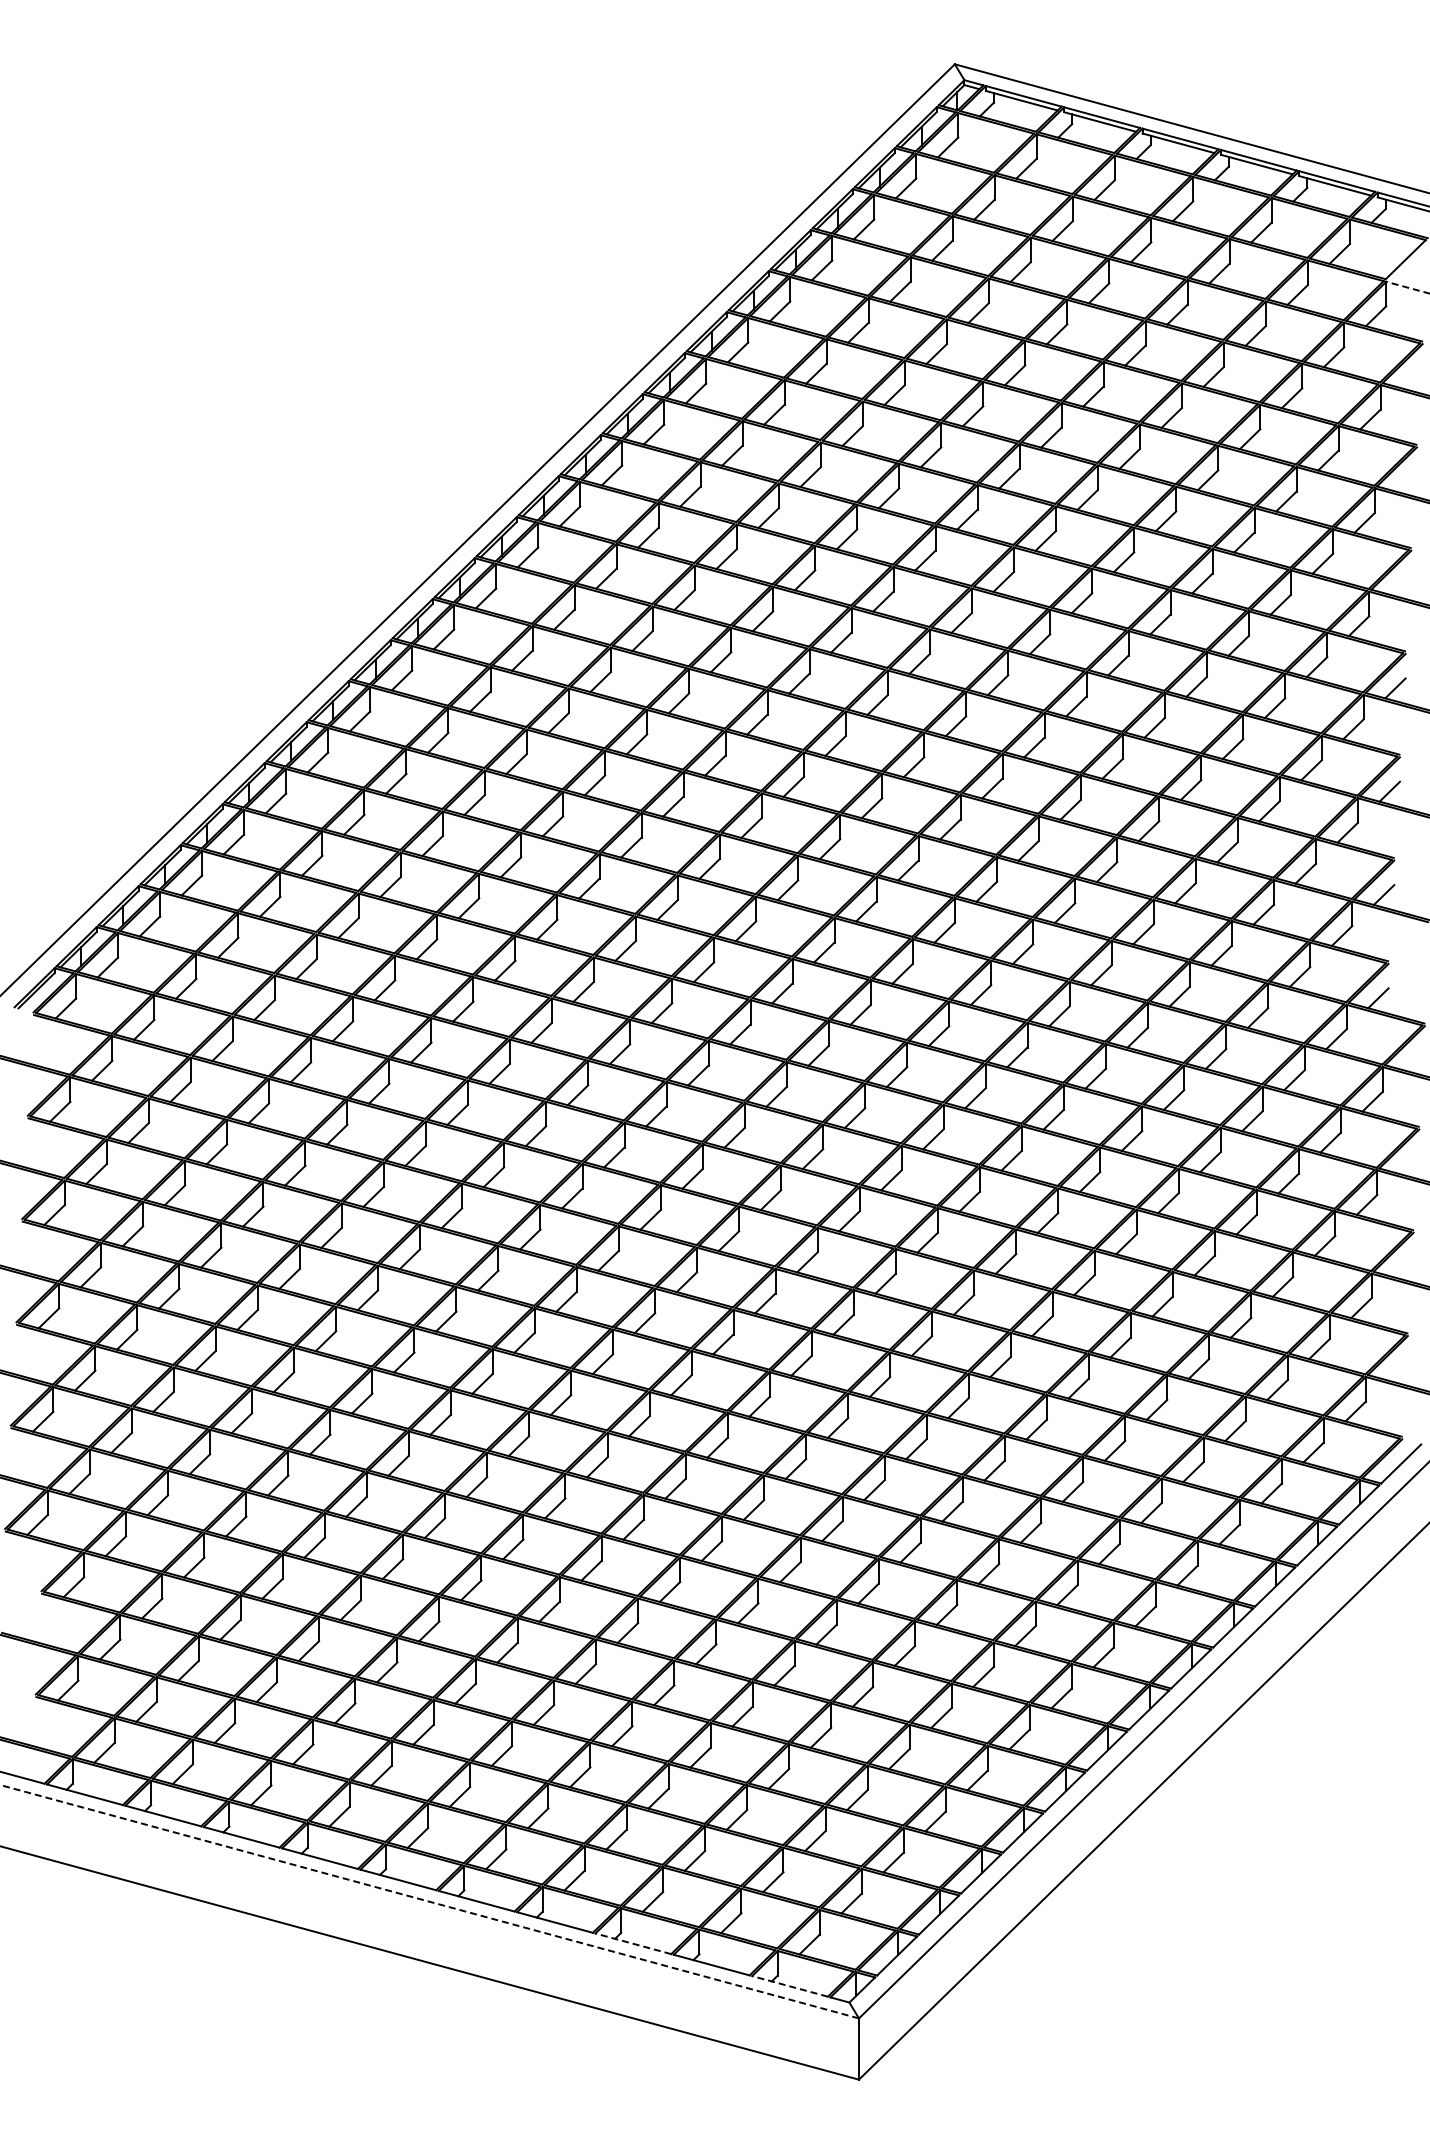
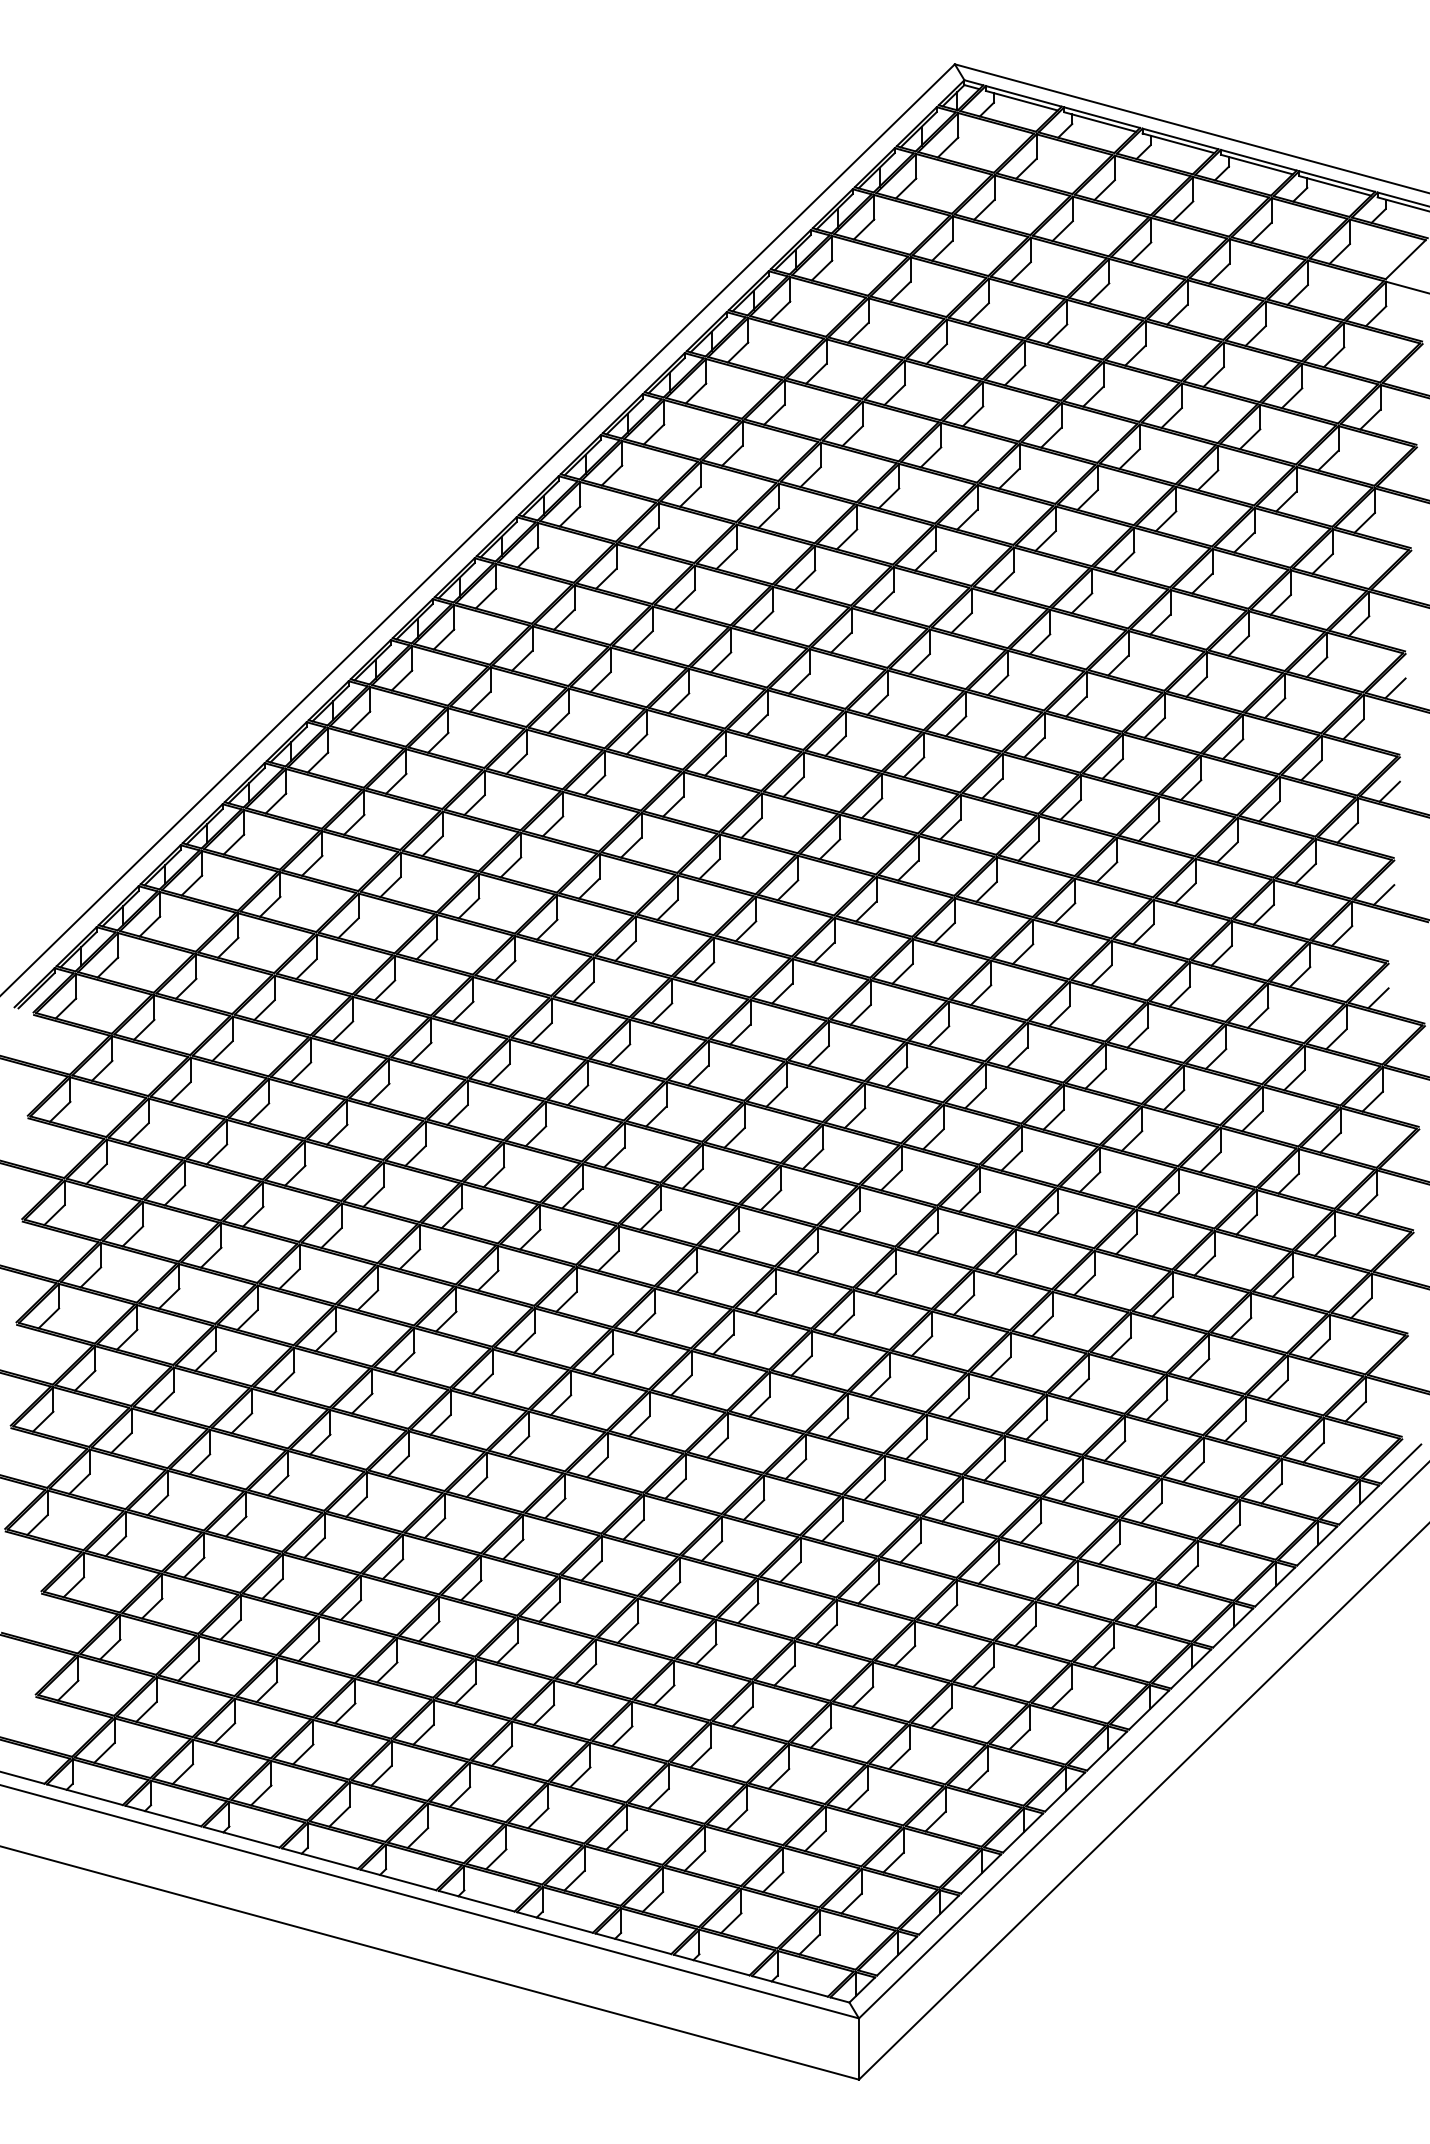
line at (1407, 287): dashed -> solid
line at (429, 1901): dashed -> solid
line at (632, 1943): dashed -> solid
line at (789, 1986): dashed -> solid
